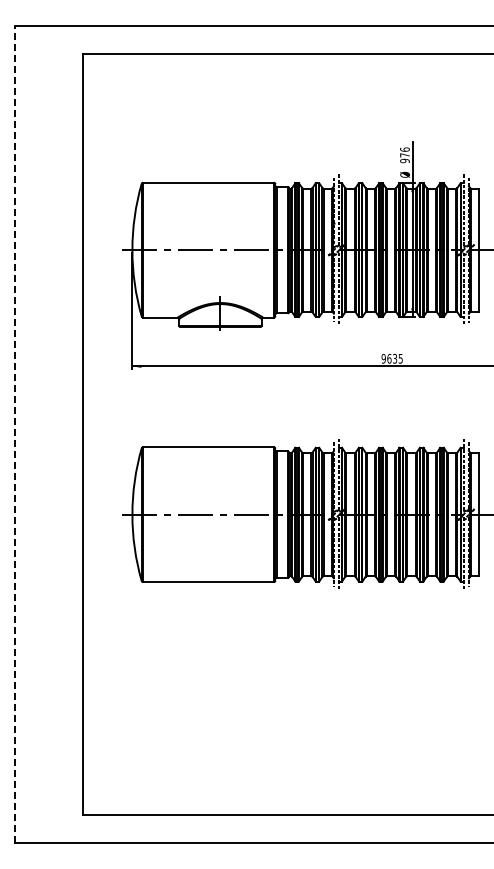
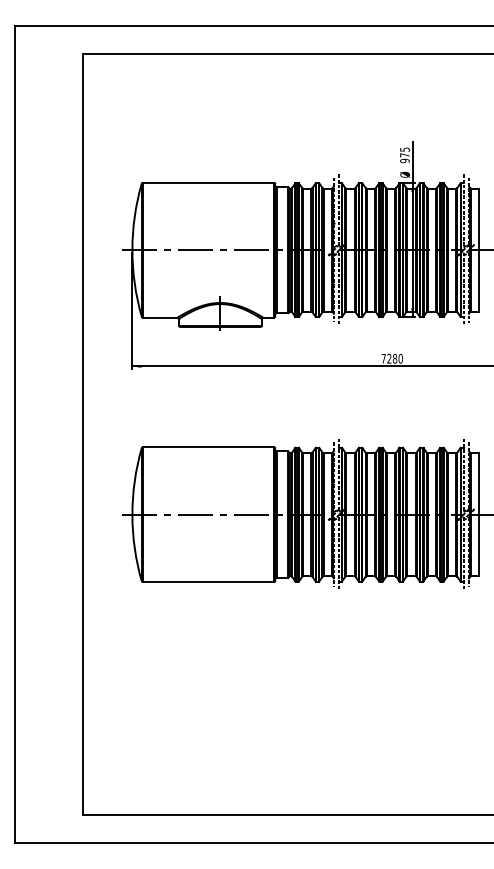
text at (404, 149): 976 -> 975
text at (391, 358): 9635 -> 7280
line at (14, 434): dashed -> solid
